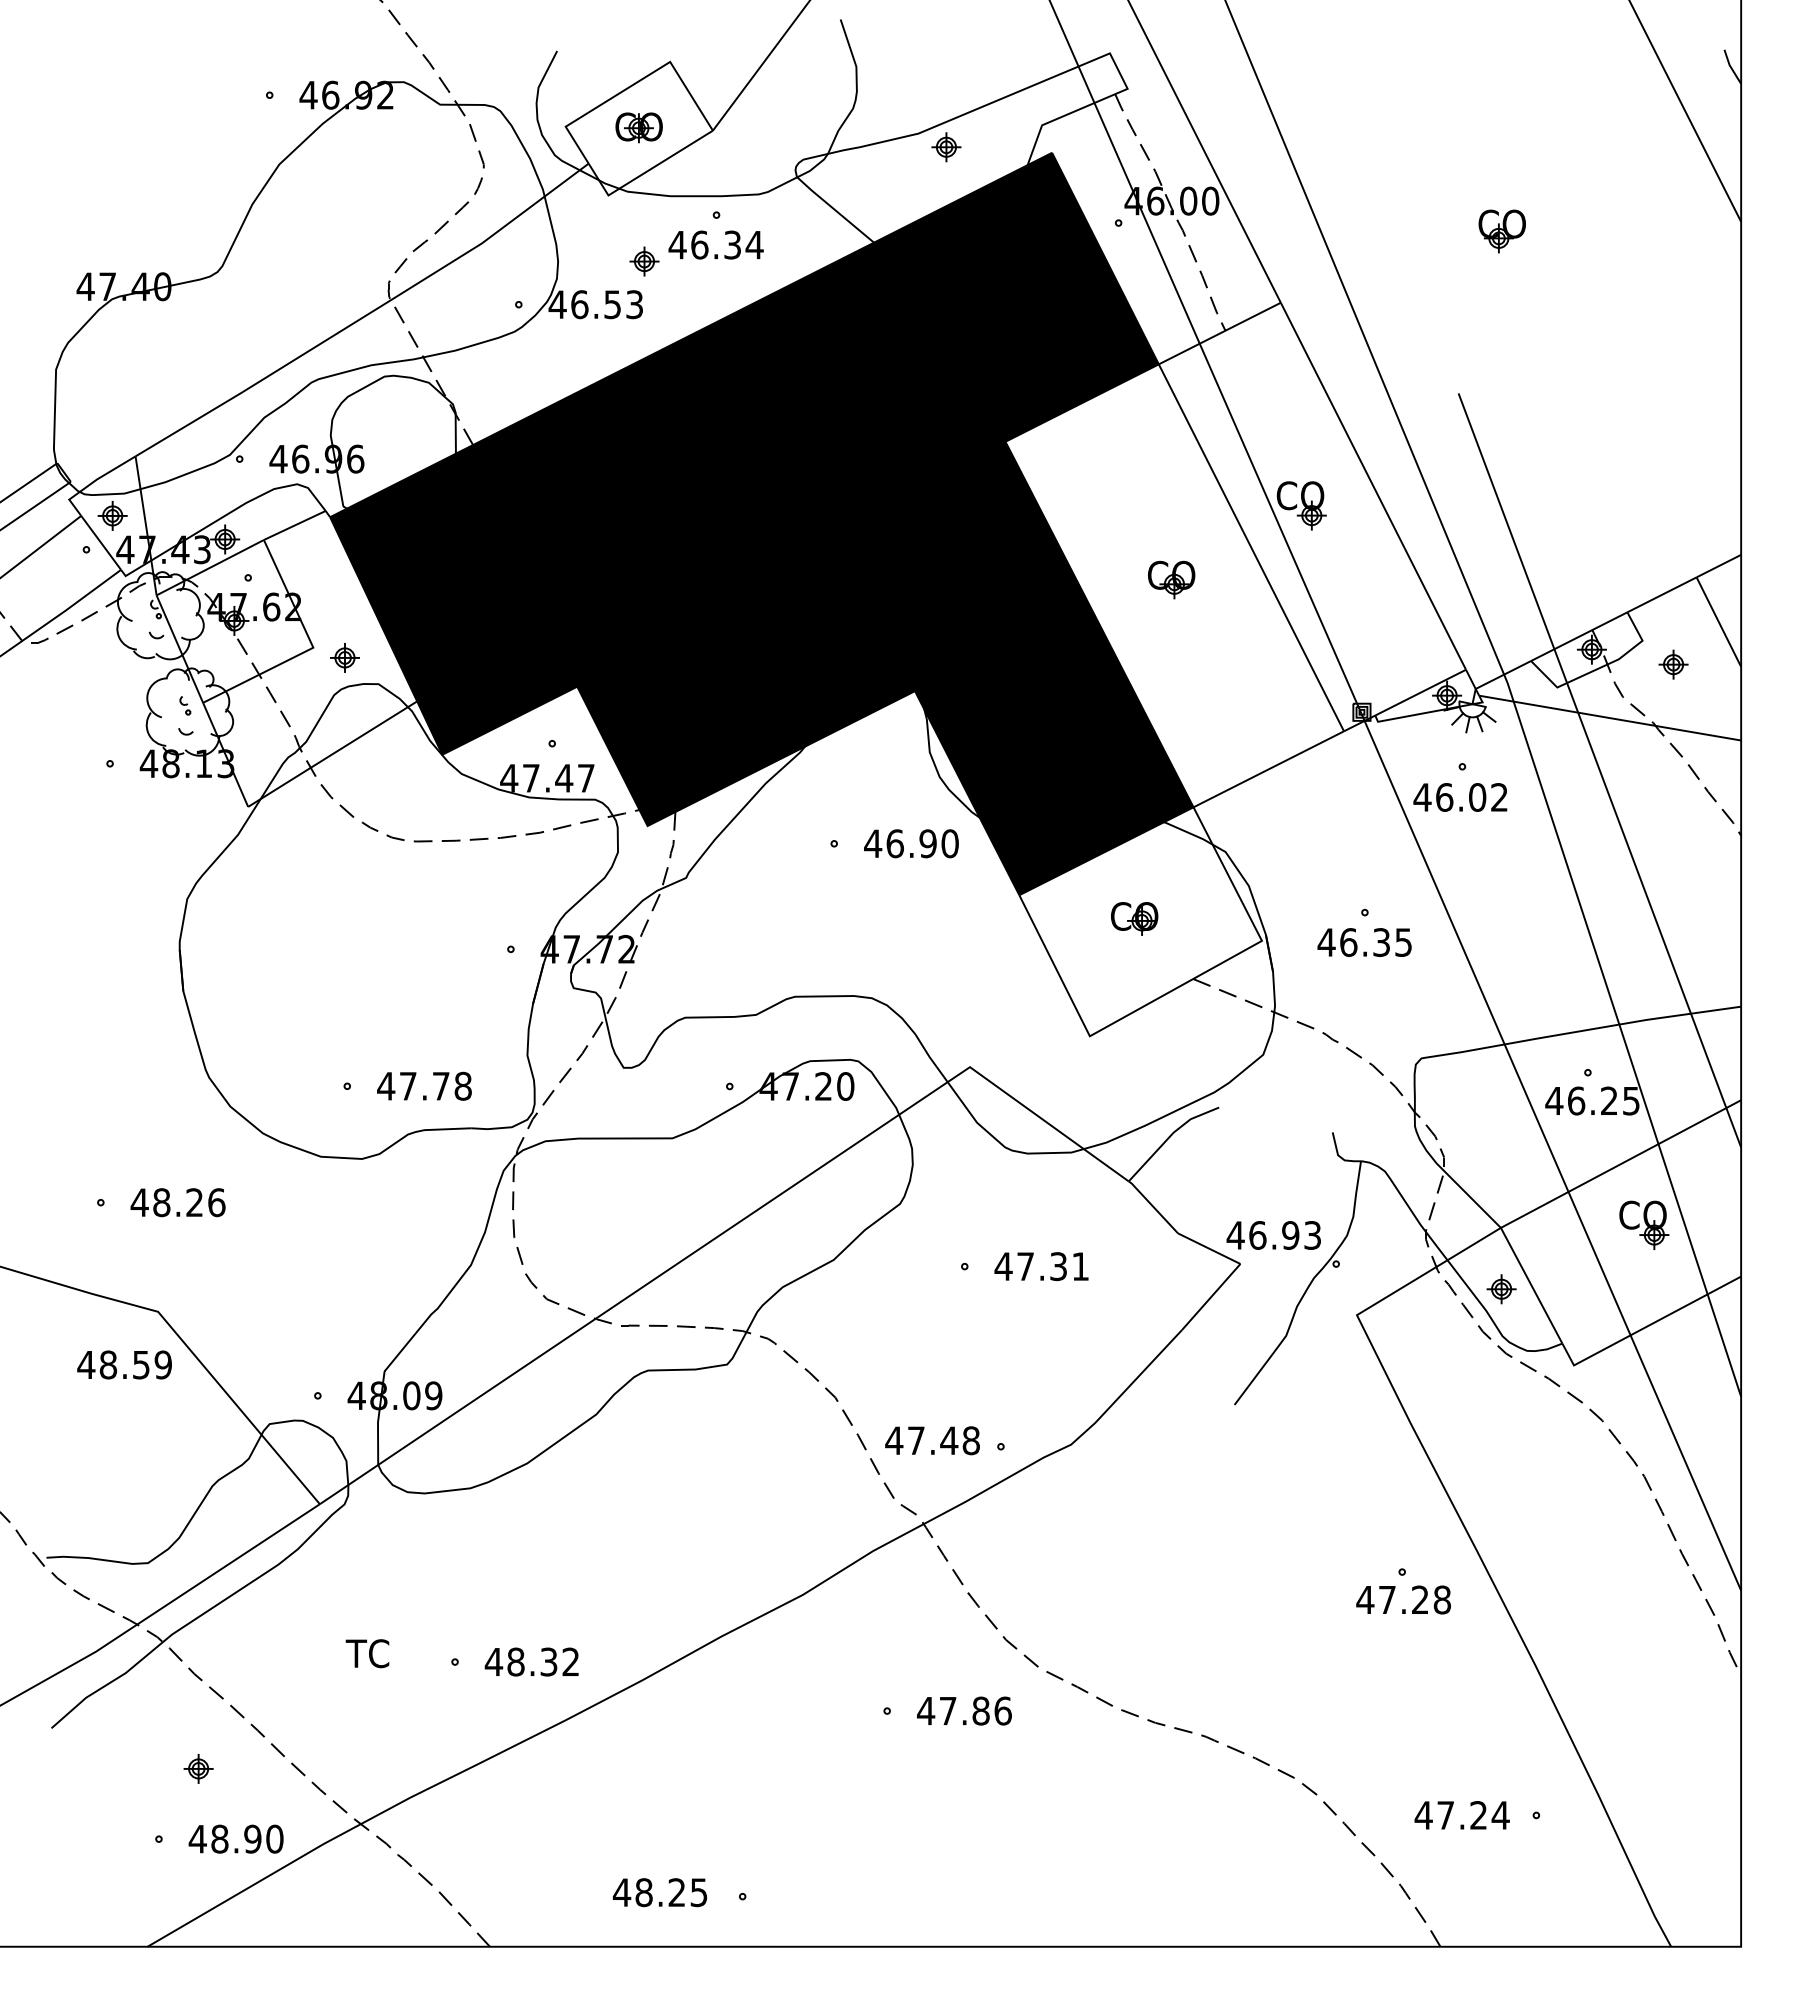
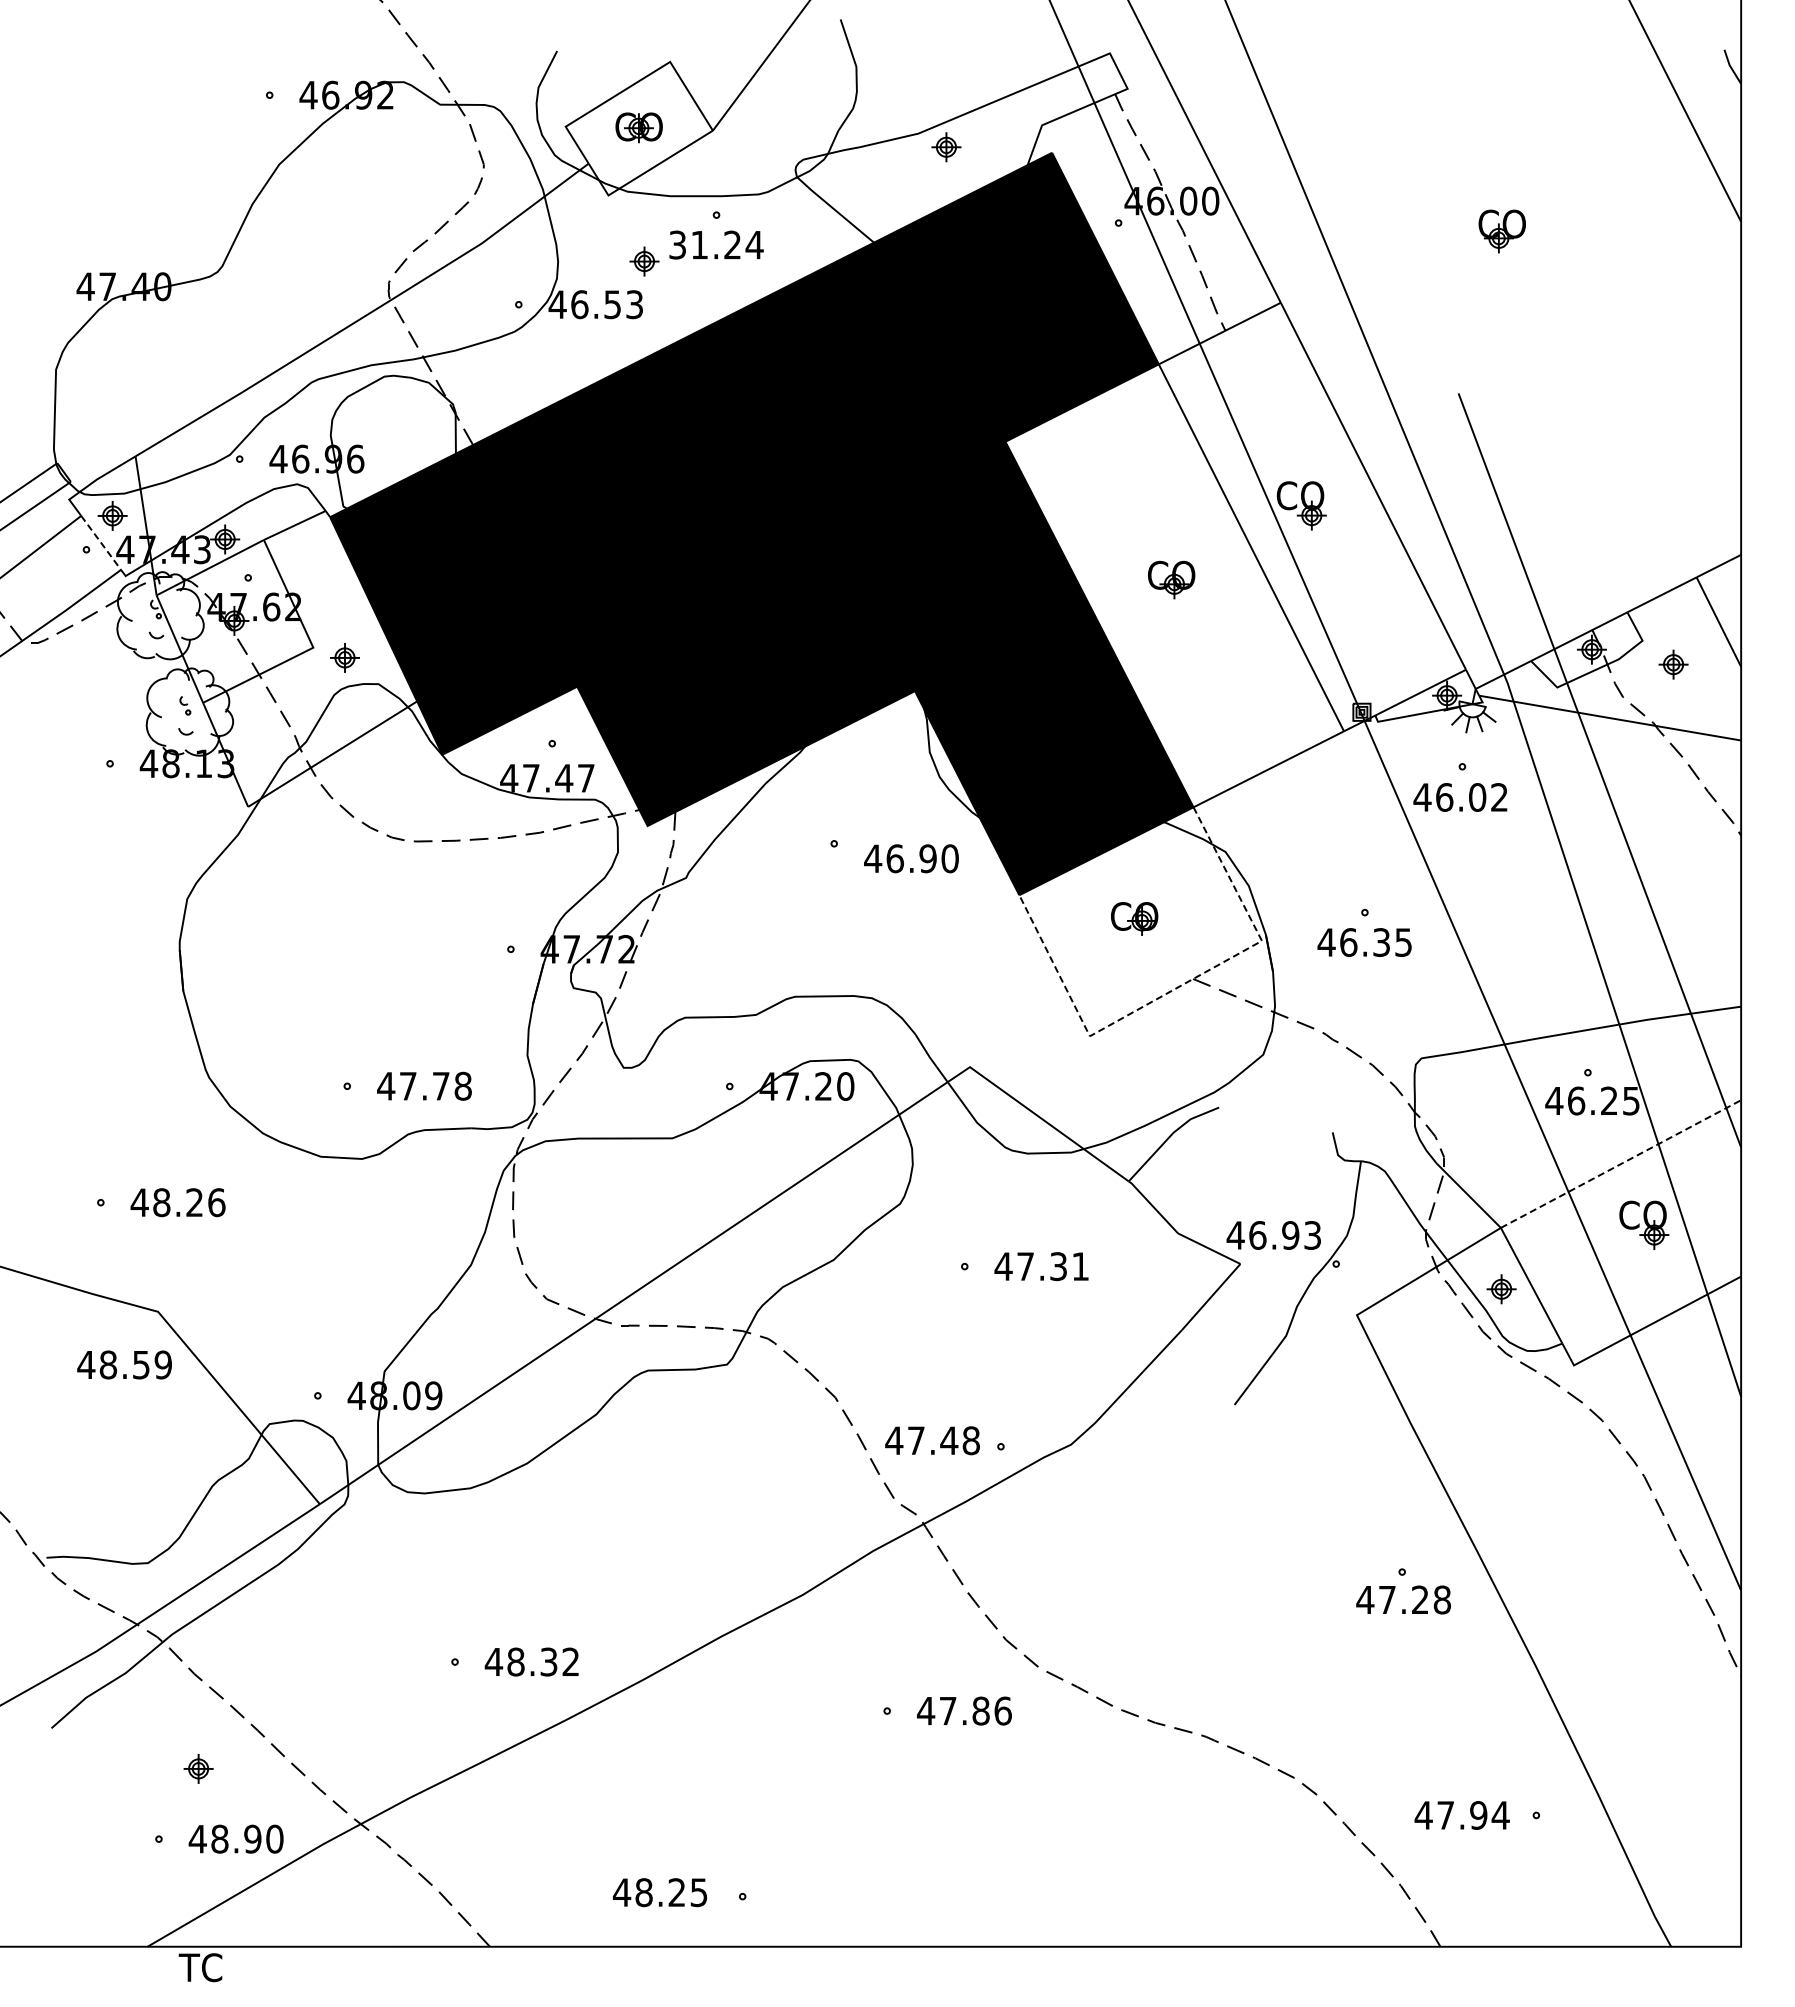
text at (704, 244): 46.34 -> 31.24
line at (101, 542): solid -> dashed
text at (911, 843) position: (911, 843) -> (911, 858)
line at (1172, 990): solid -> dashed
line at (1621, 1163): solid -> dashed
text at (367, 1653) position: (367, 1653) -> (200, 1967)
text at (1478, 1815): 47.24 -> 47.94
